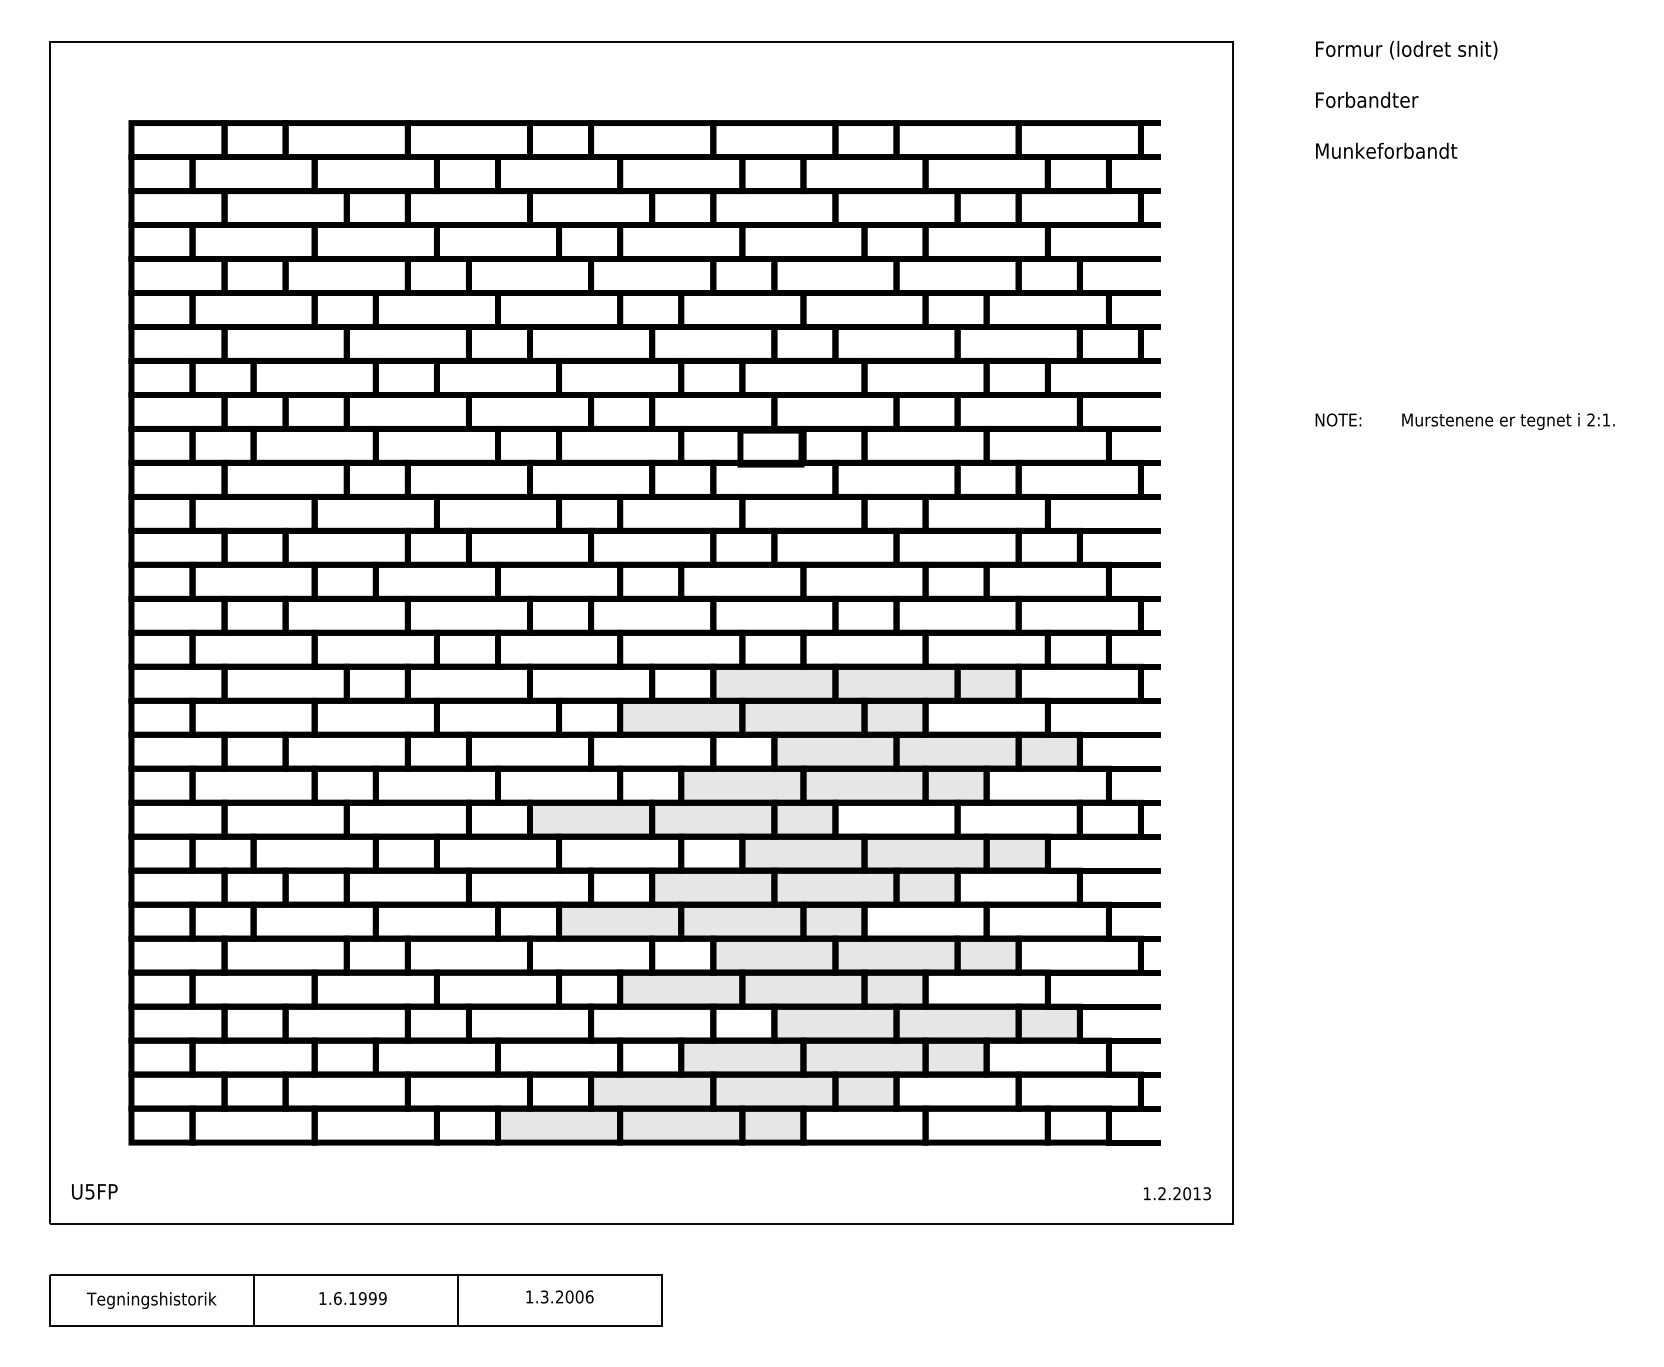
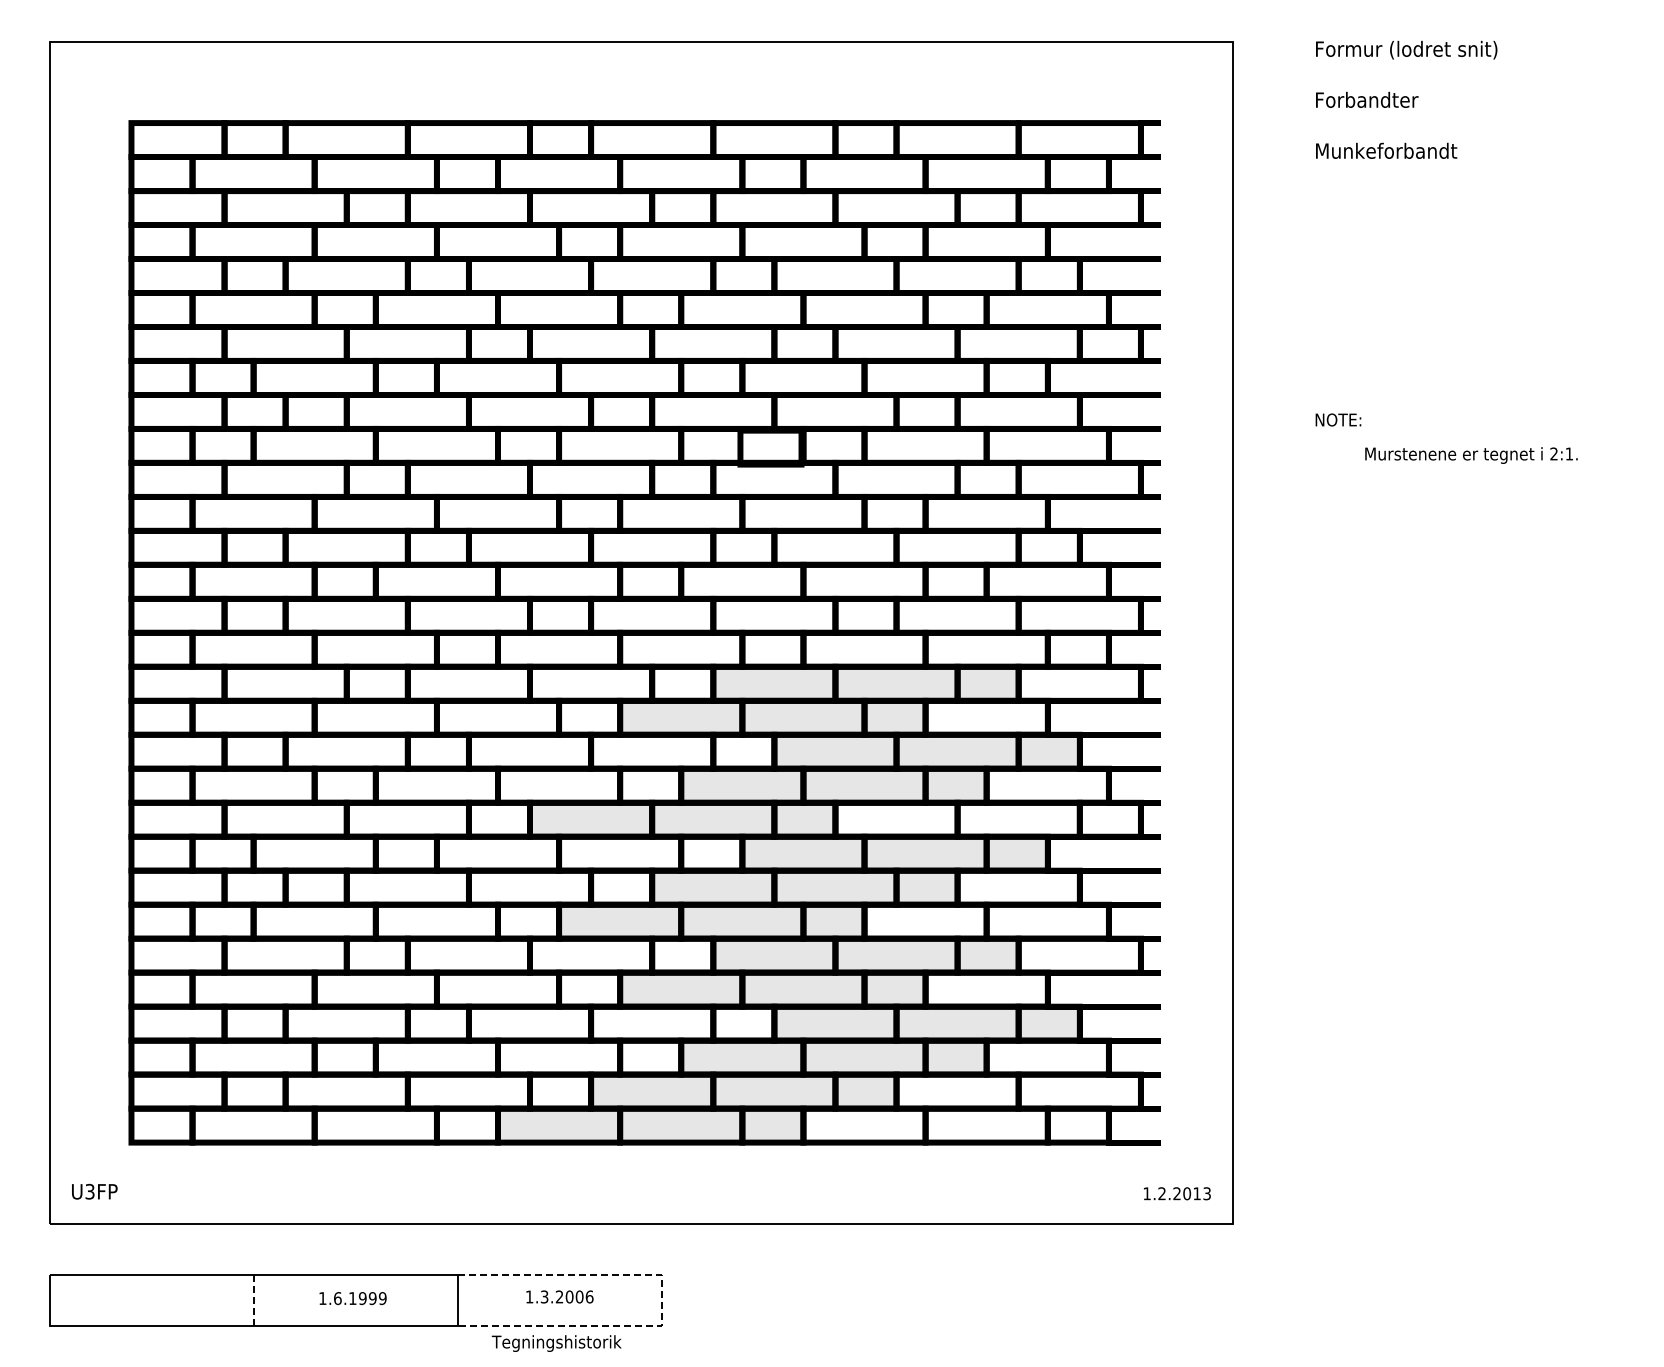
text at (1508, 421) position: (1508, 421) -> (1471, 455)
text at (90, 1190): U5FP -> U3FP
text at (151, 1300) position: (151, 1300) -> (556, 1343)
line at (253, 1300): solid -> dashed
line at (661, 1301): solid -> dashed
